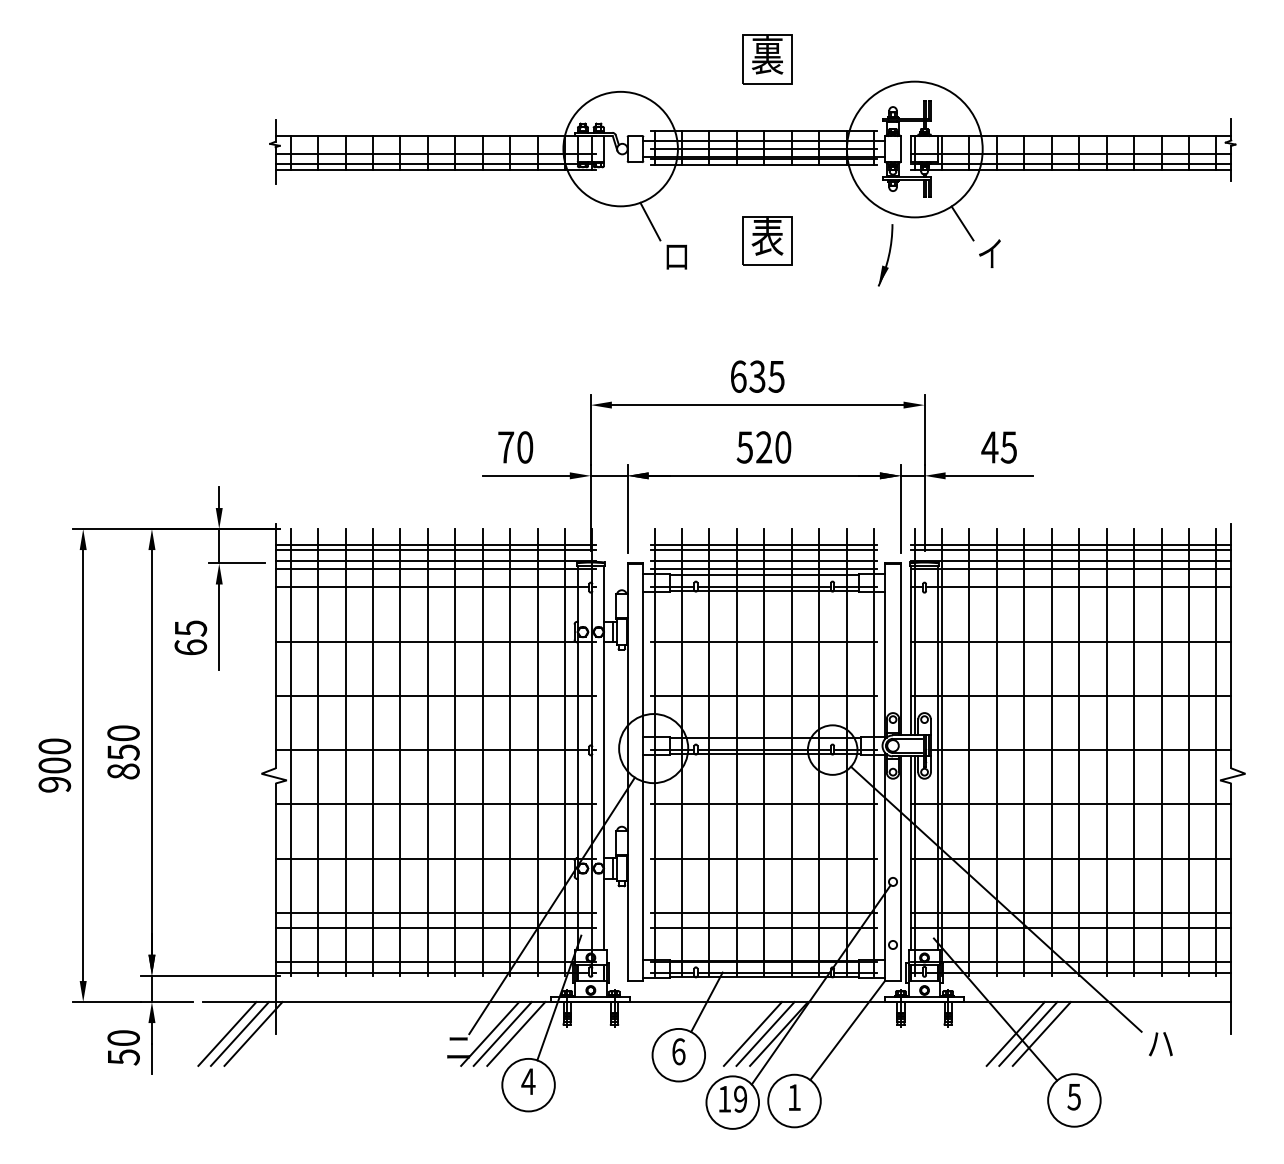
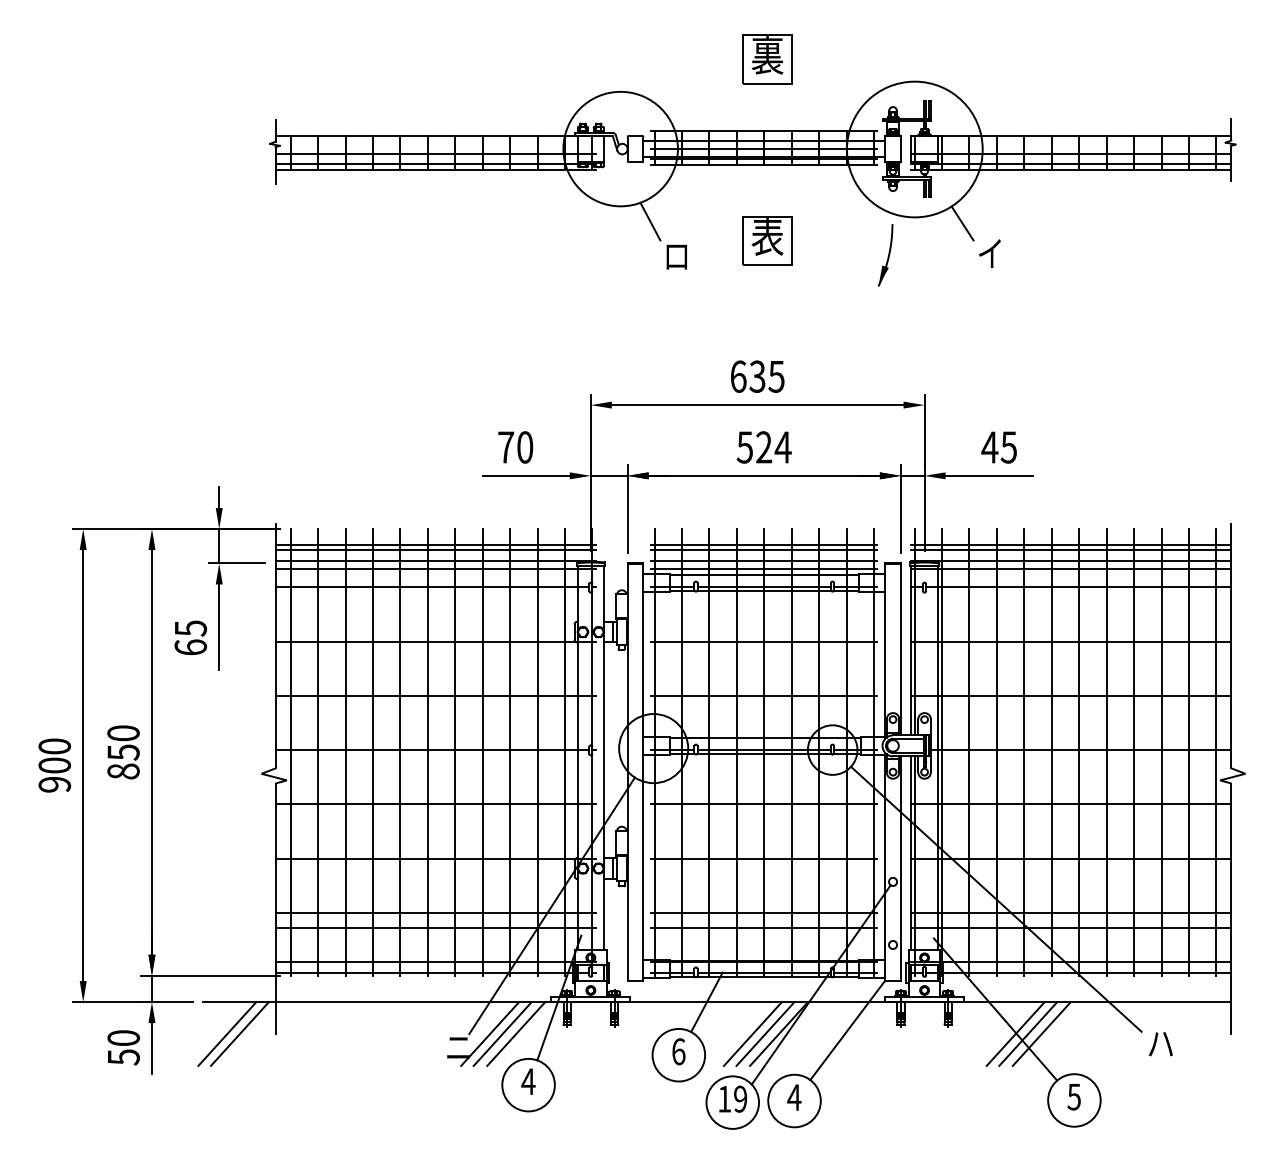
text at (782, 447): 520 -> 524
line at (253, 1033): present -> none
text at (794, 1097): 1 -> 4
